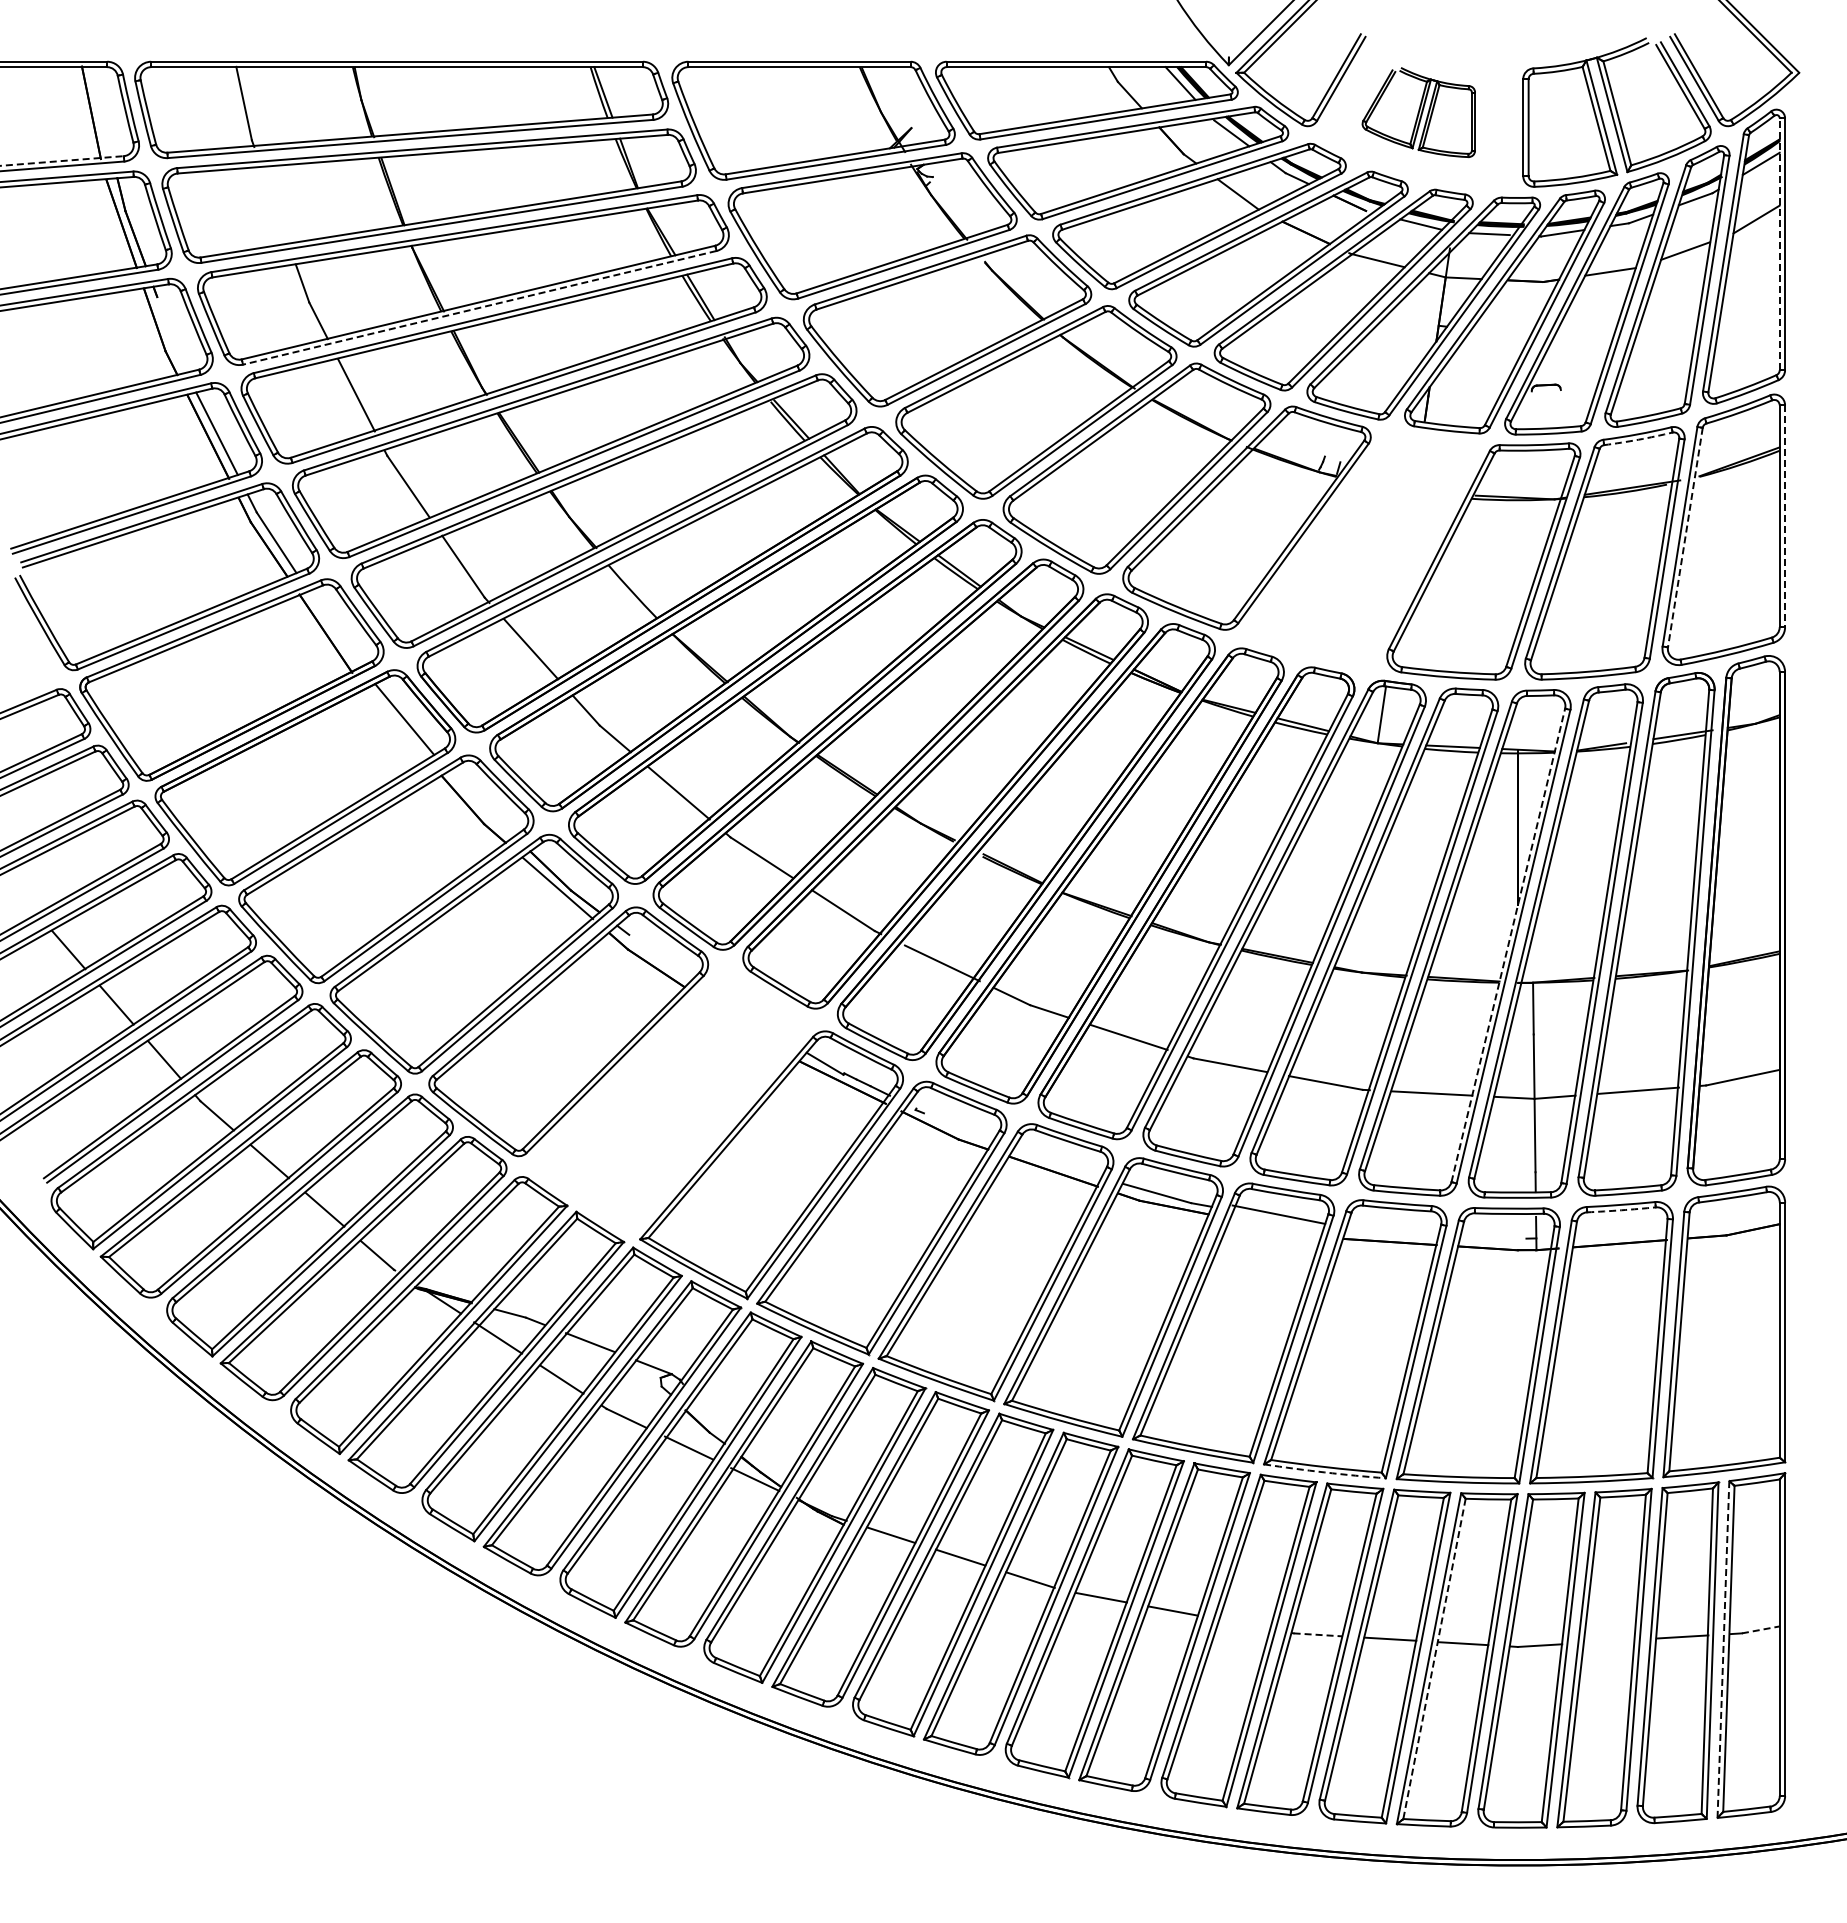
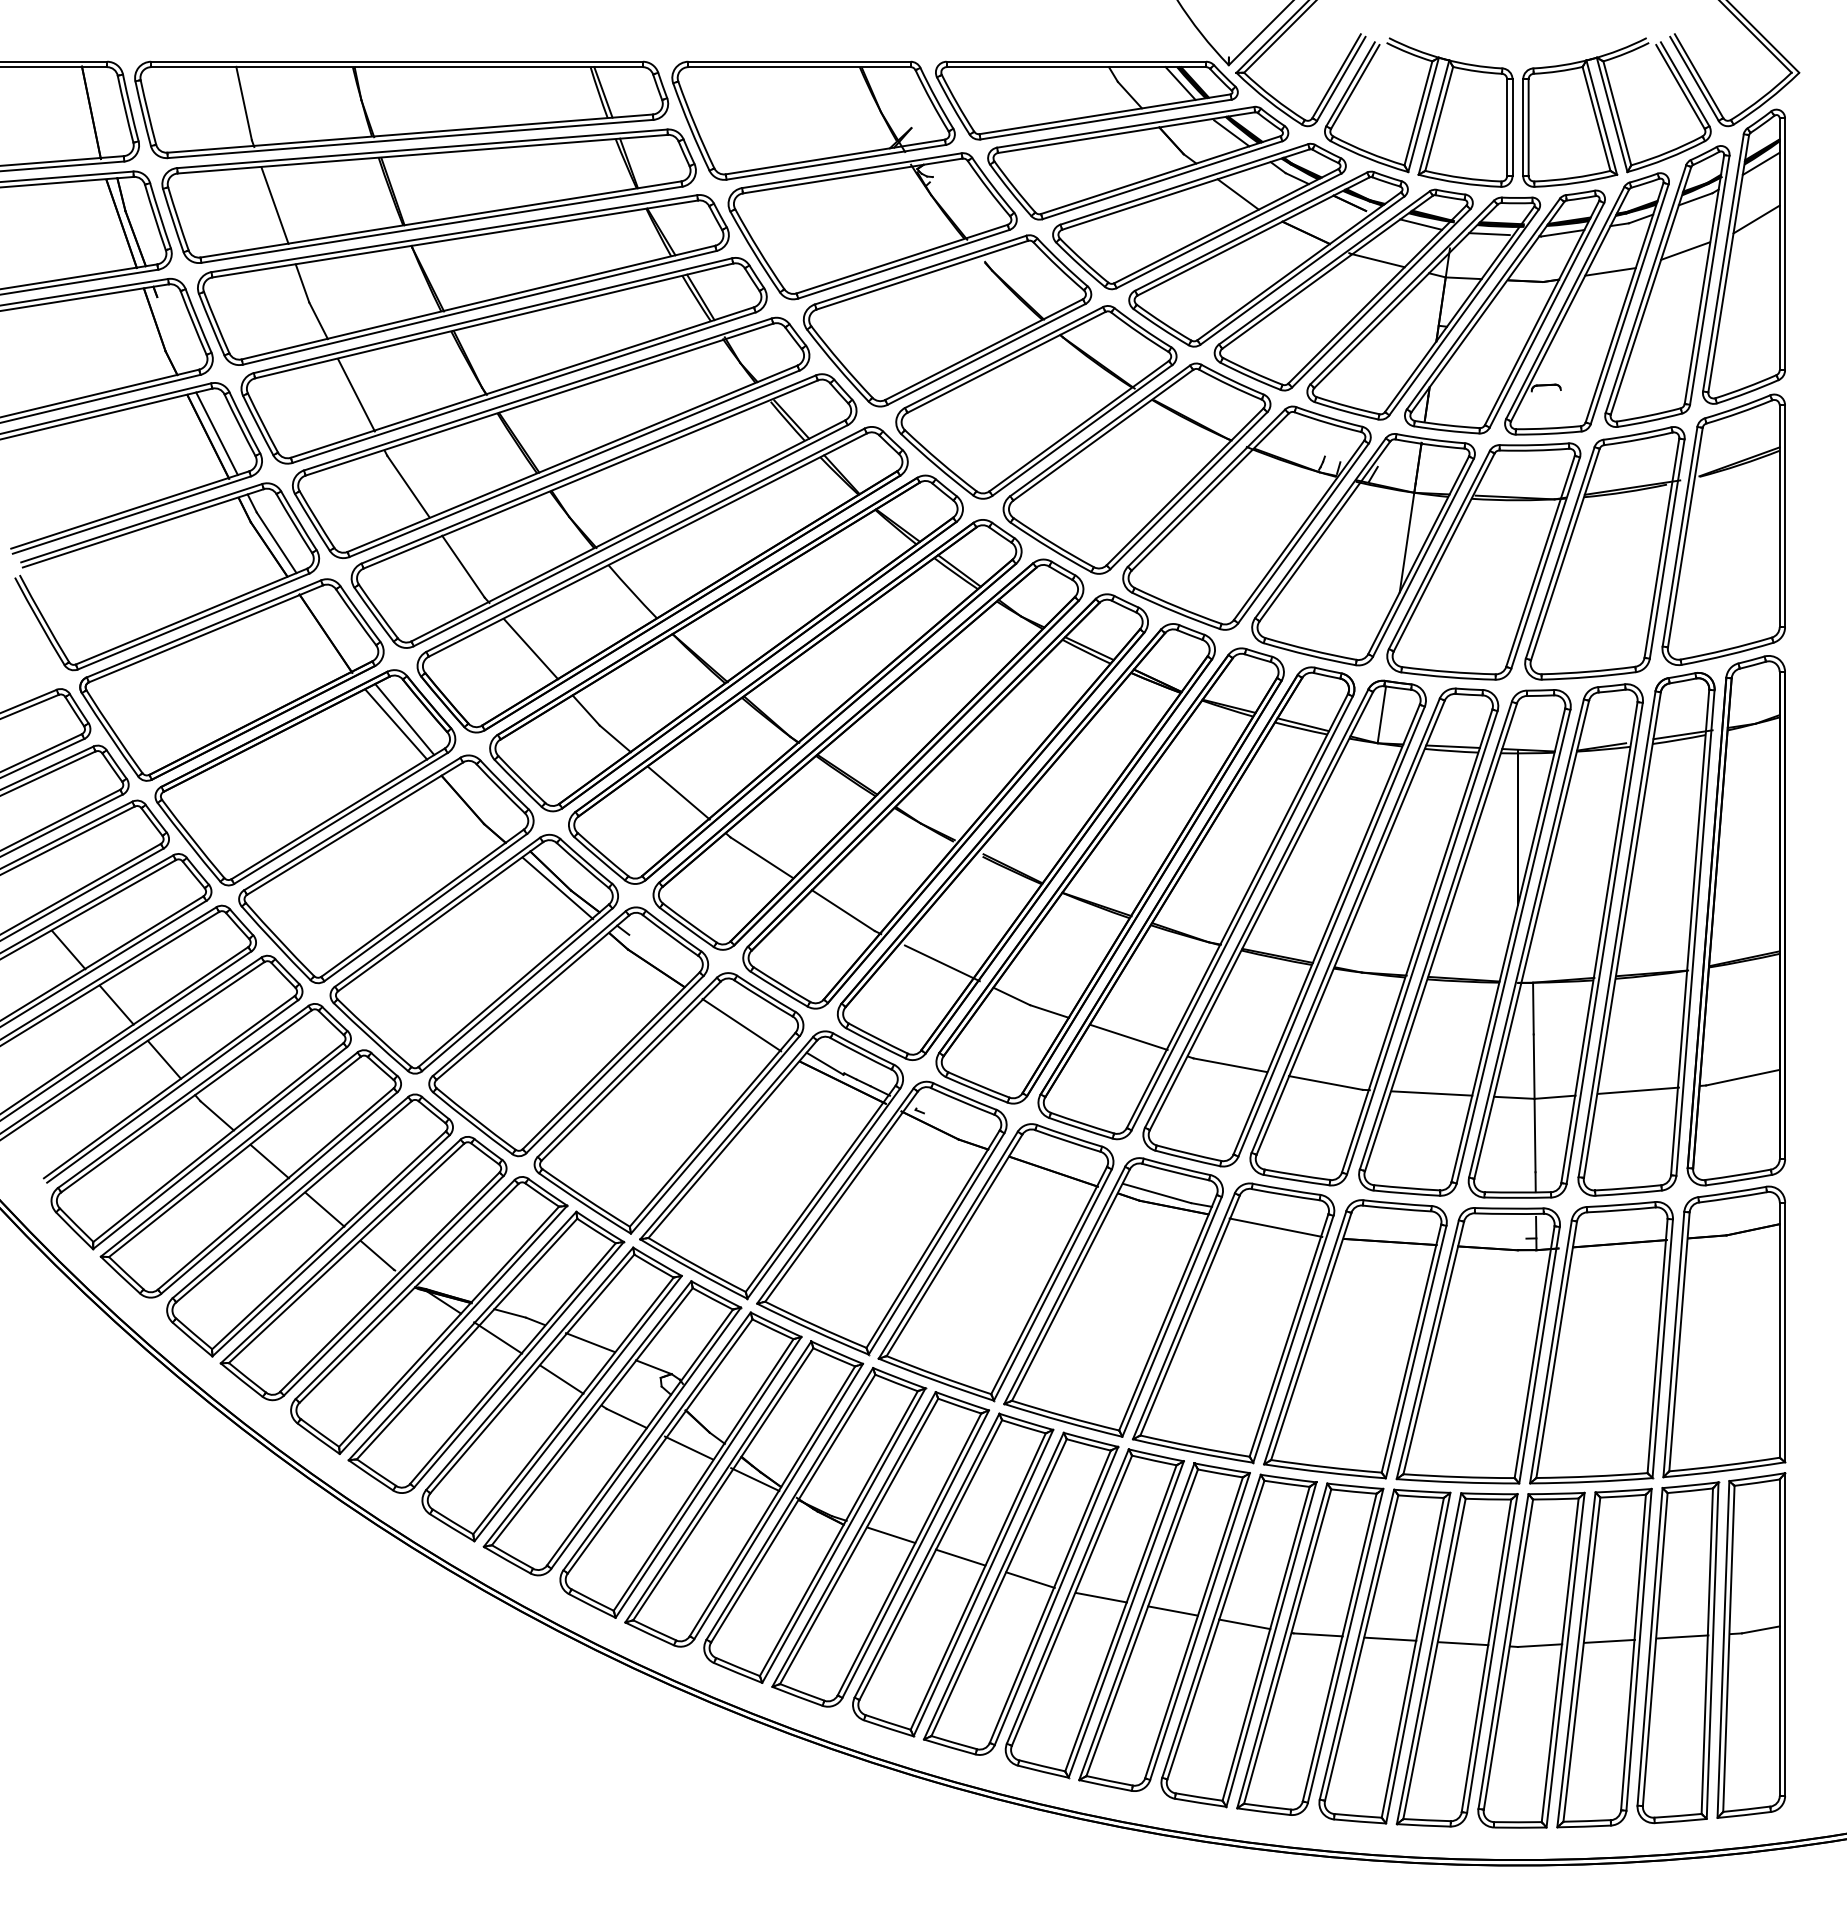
part at (1418, 112) size: 115x92 px -> 190x151 px
line at (62, 161): dashed -> solid
line at (274, 205): none -> present
line at (1779, 244): dashed -> solid
line at (479, 307): dashed -> solid
arc at (1638, 439): dashed -> solid
line at (1785, 516): dashed -> solid
line at (1685, 538): dashed -> solid
part at (1363, 549): none -> present
line at (396, 724): none -> present
line at (1508, 945): dashed -> solid
part at (668, 1103): none -> present
arc at (1621, 1210): dashed -> solid
line at (1278, 1214) position: (1278, 1214) -> (1275, 1227)
arc at (1324, 1472): dashed -> solid
line at (1244, 1624): none -> present
line at (1761, 1629): dashed -> solid
line at (1318, 1634): dashed -> solid
line at (1609, 1640): none -> present
line at (1723, 1648): dashed -> solid
line at (1434, 1659): dashed -> solid
